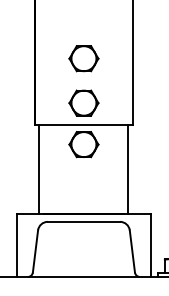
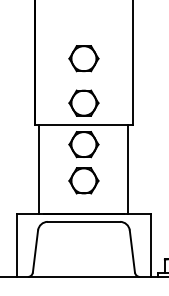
part at (83, 180): none -> present
